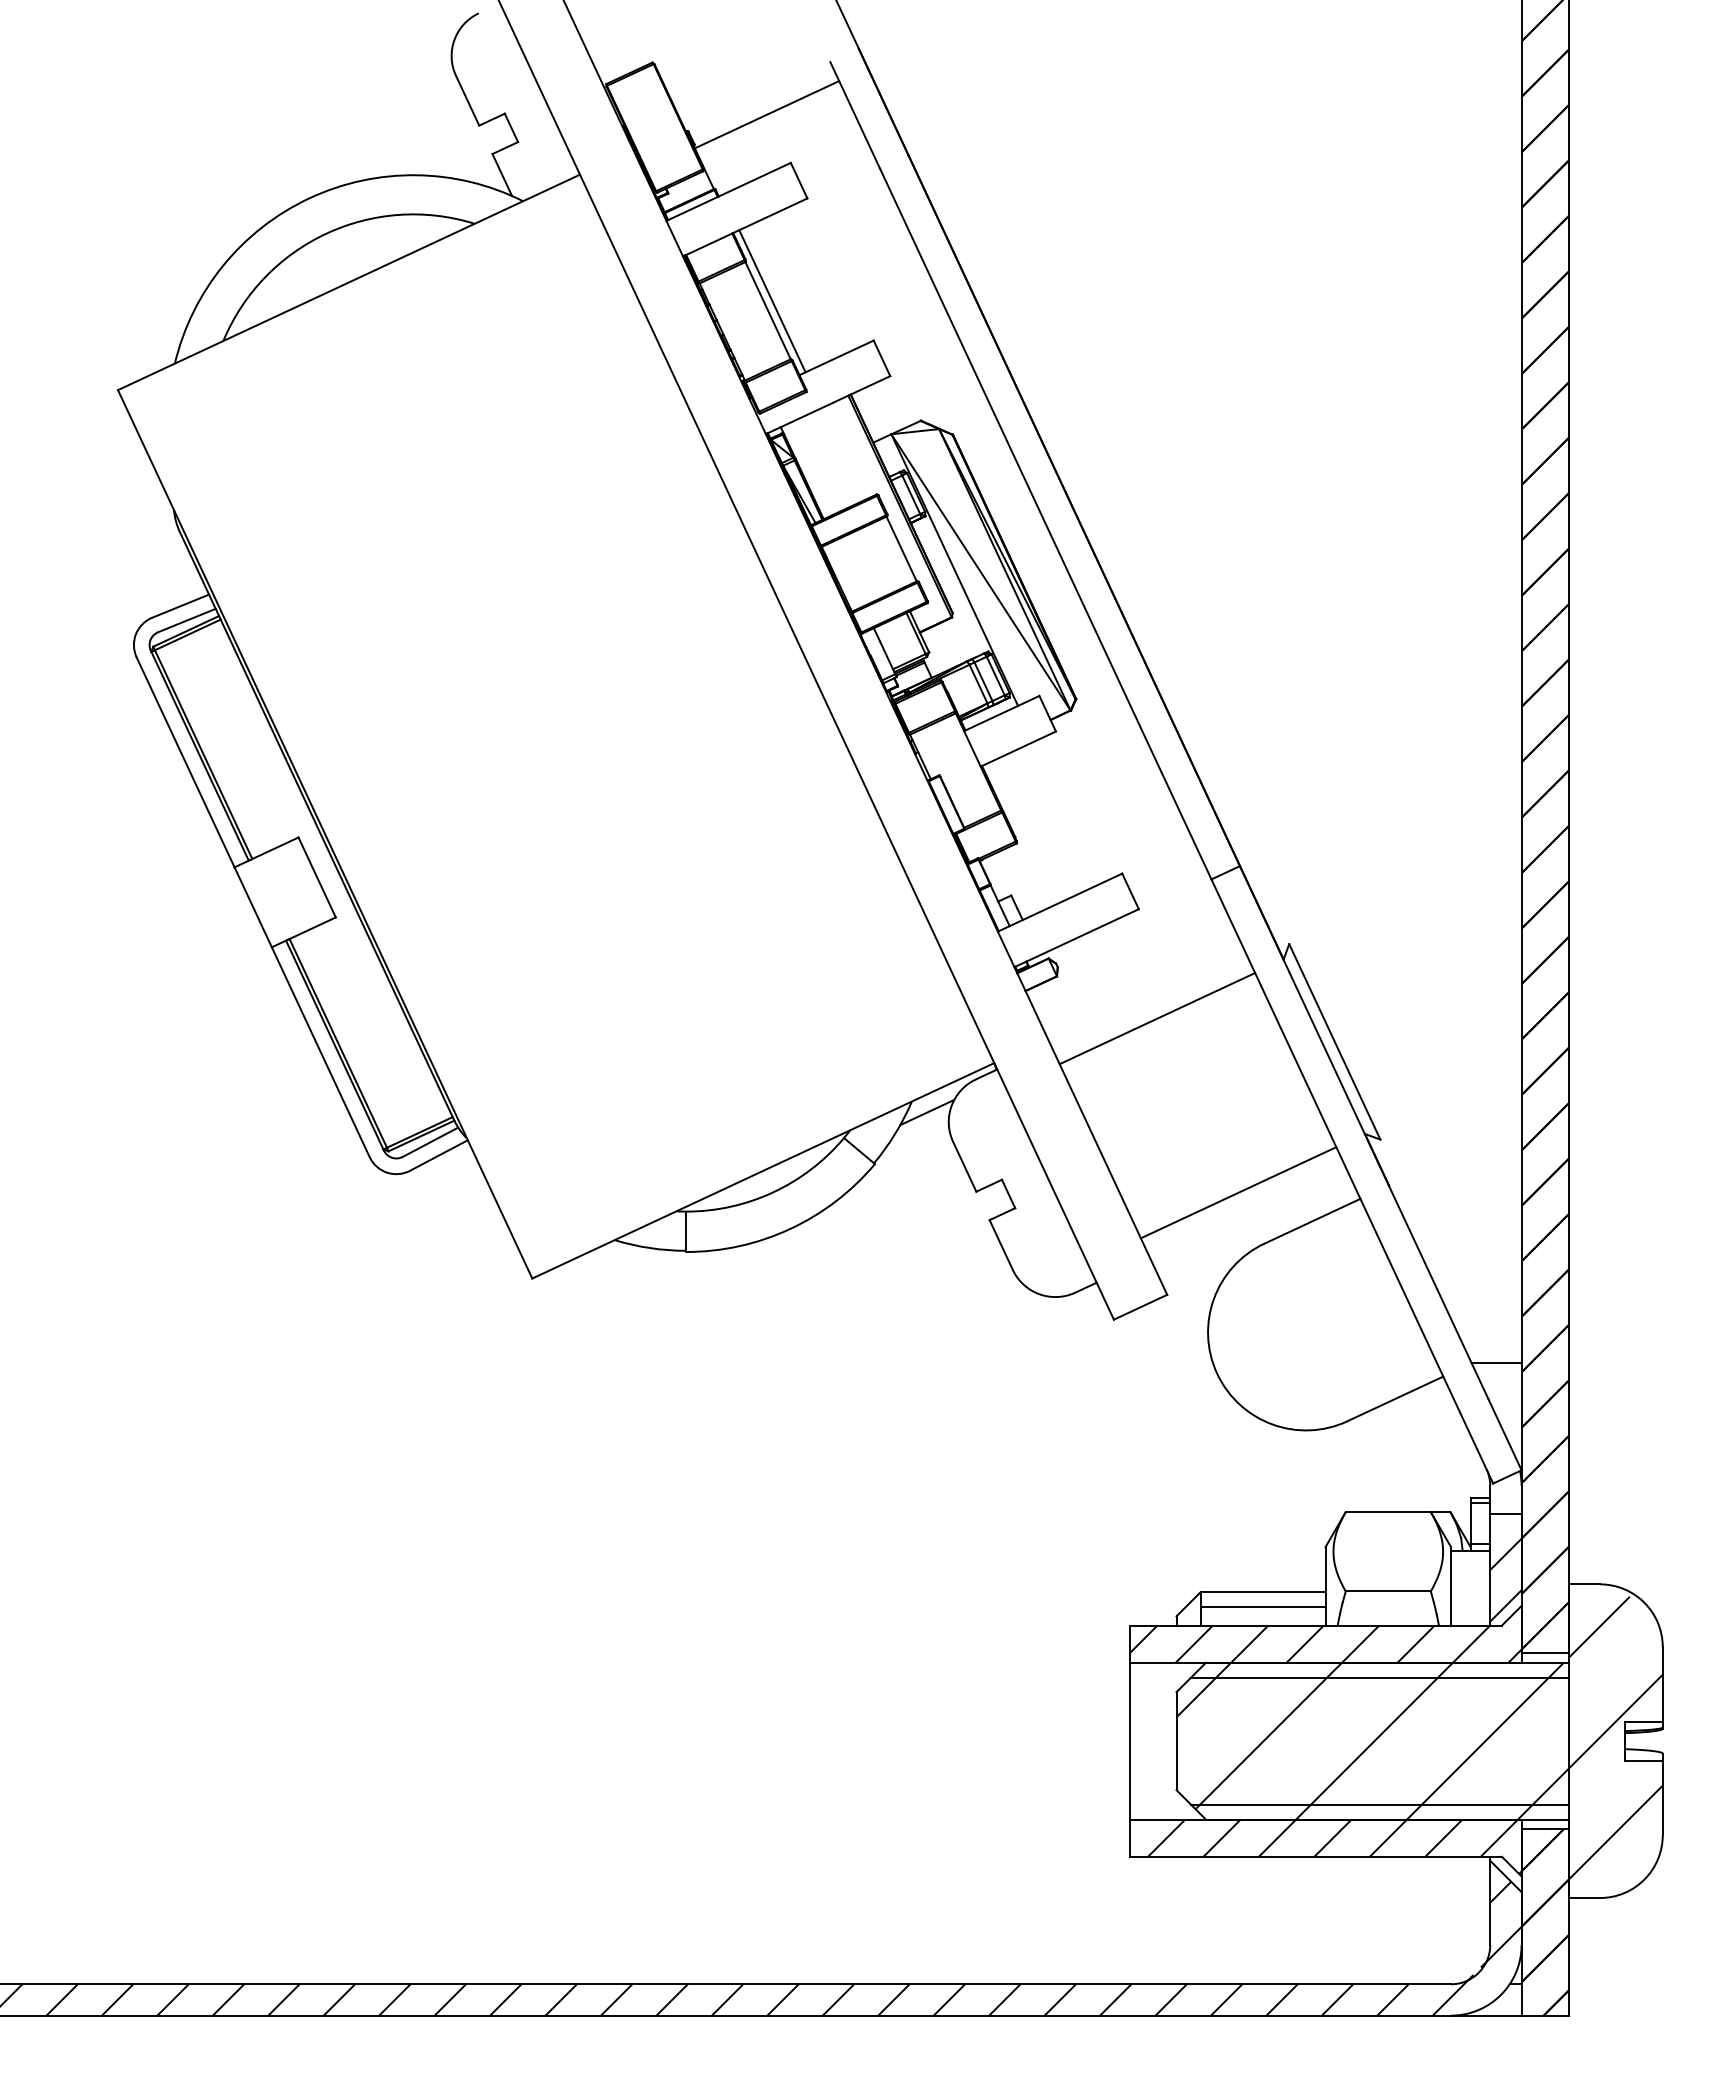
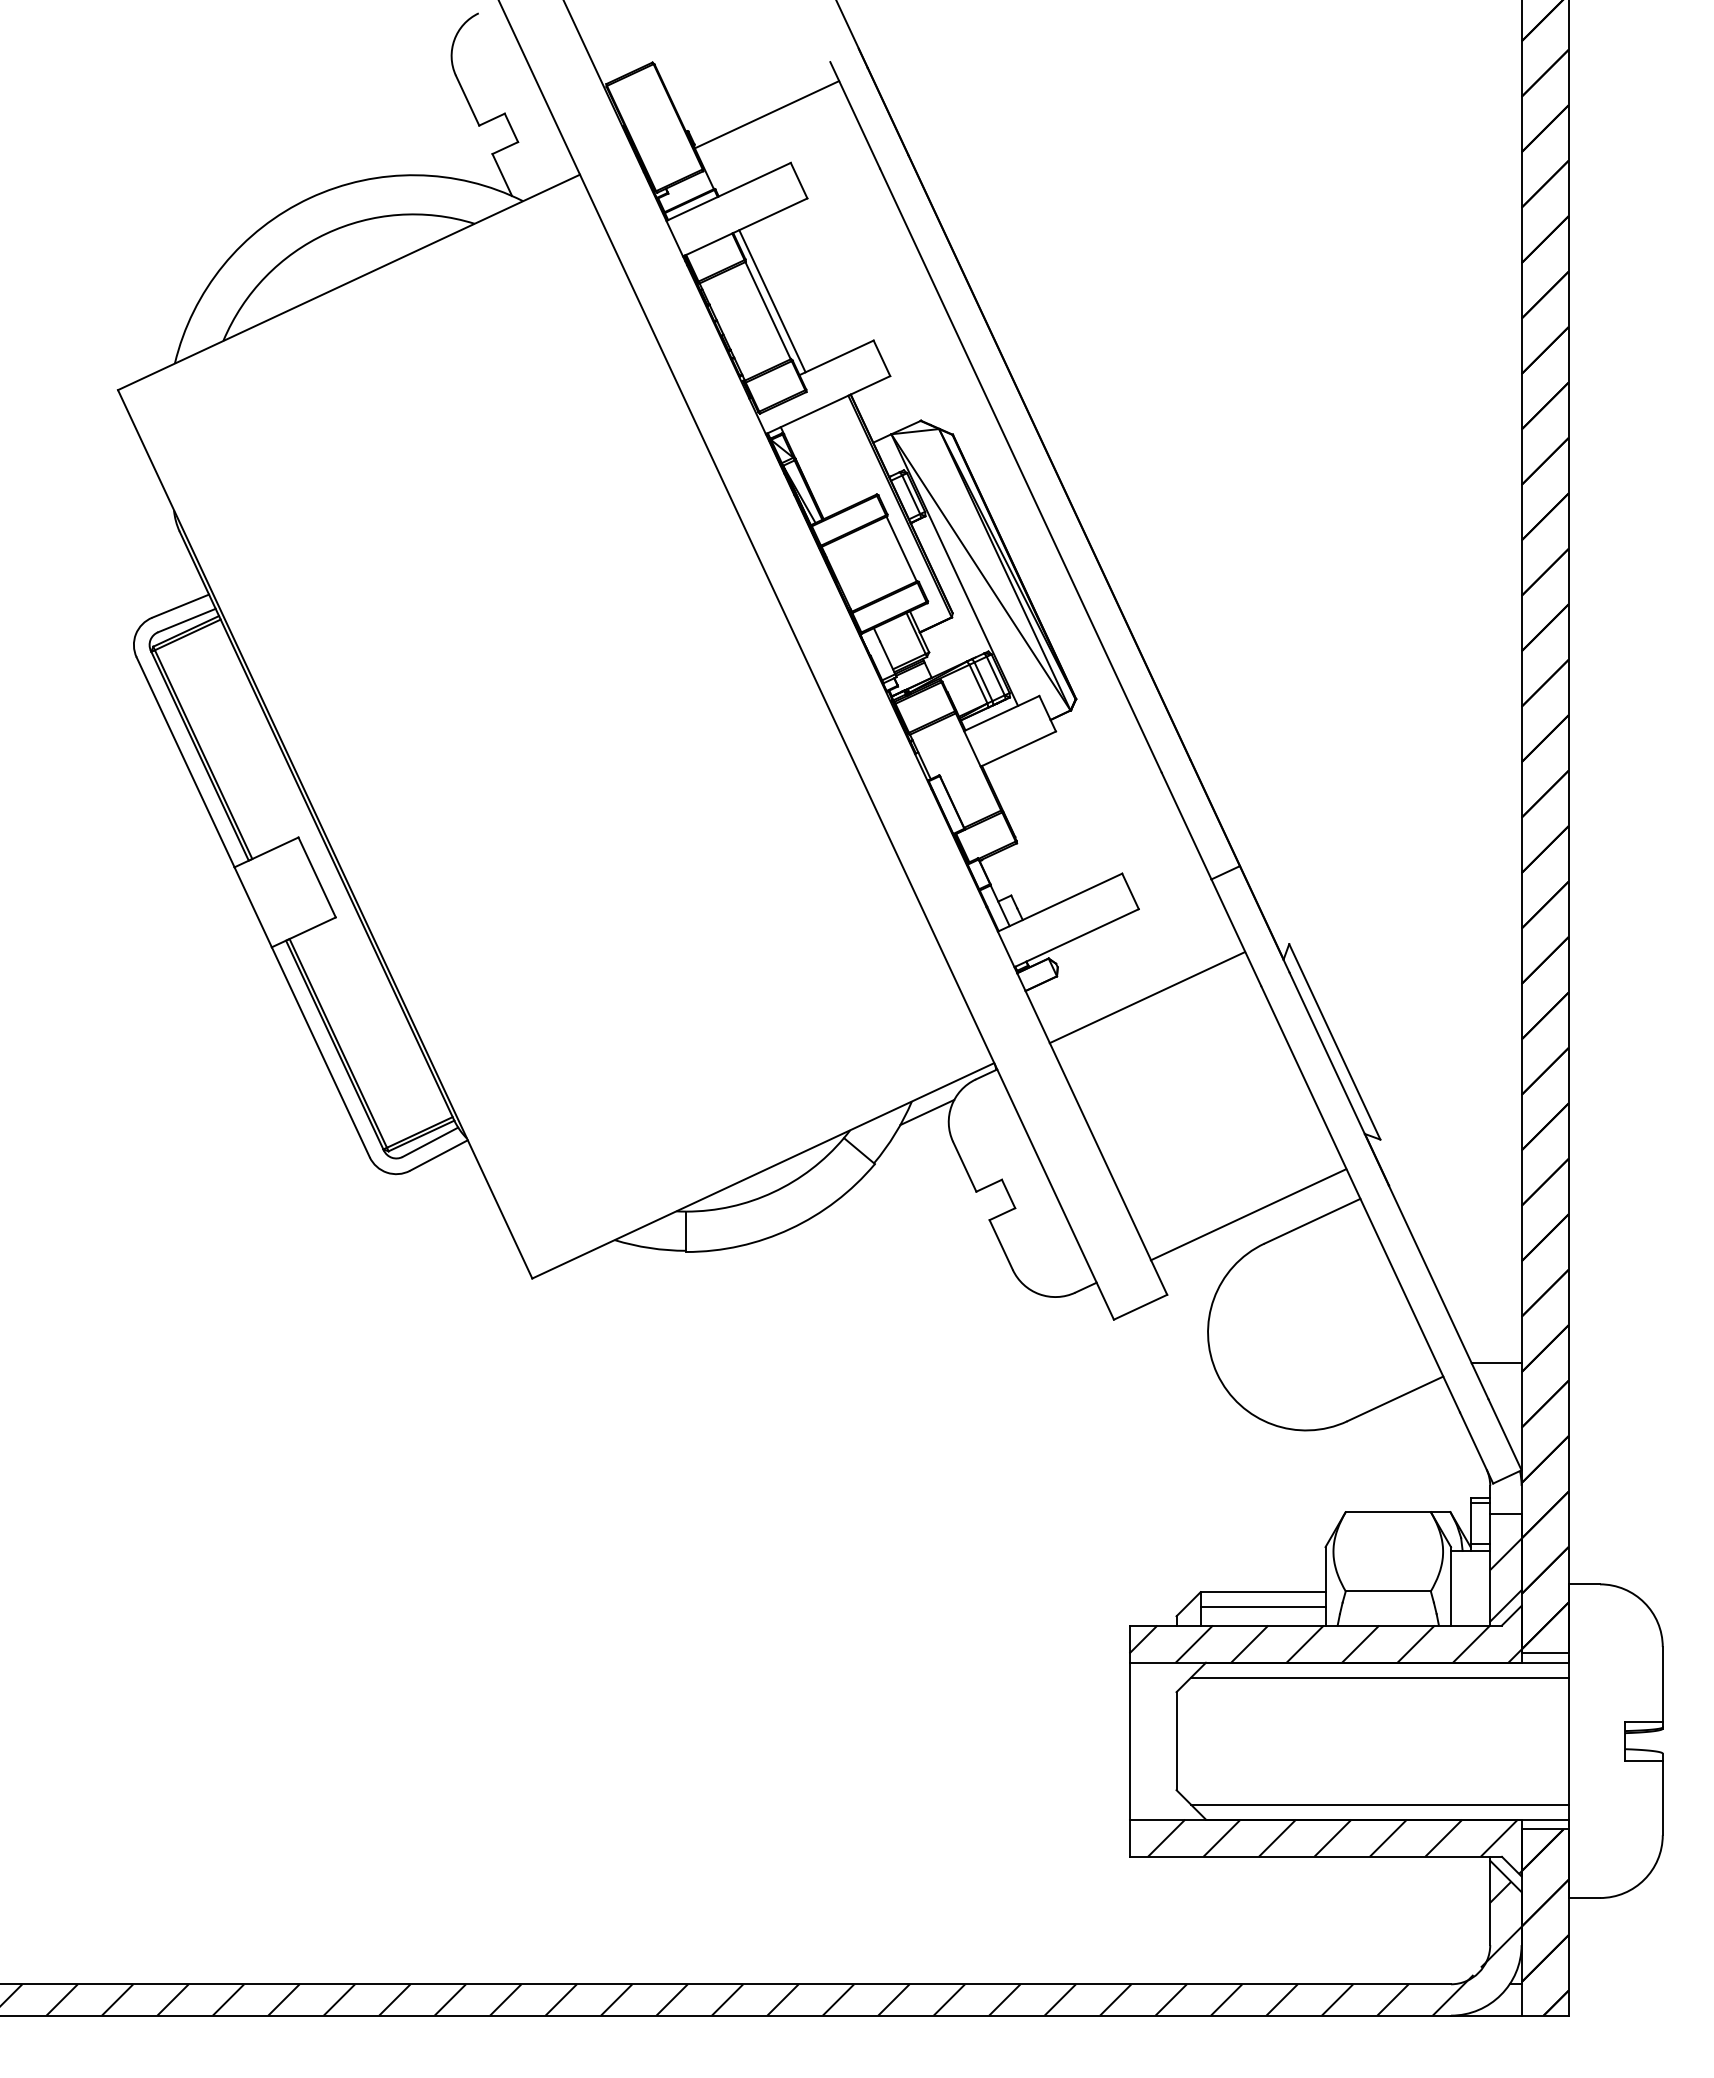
line at (1157, 1018) position: (1157, 1018) -> (1147, 997)
line at (1238, 1192) position: (1238, 1192) -> (1248, 1214)
hatch at (1419, 1737): present -> none
